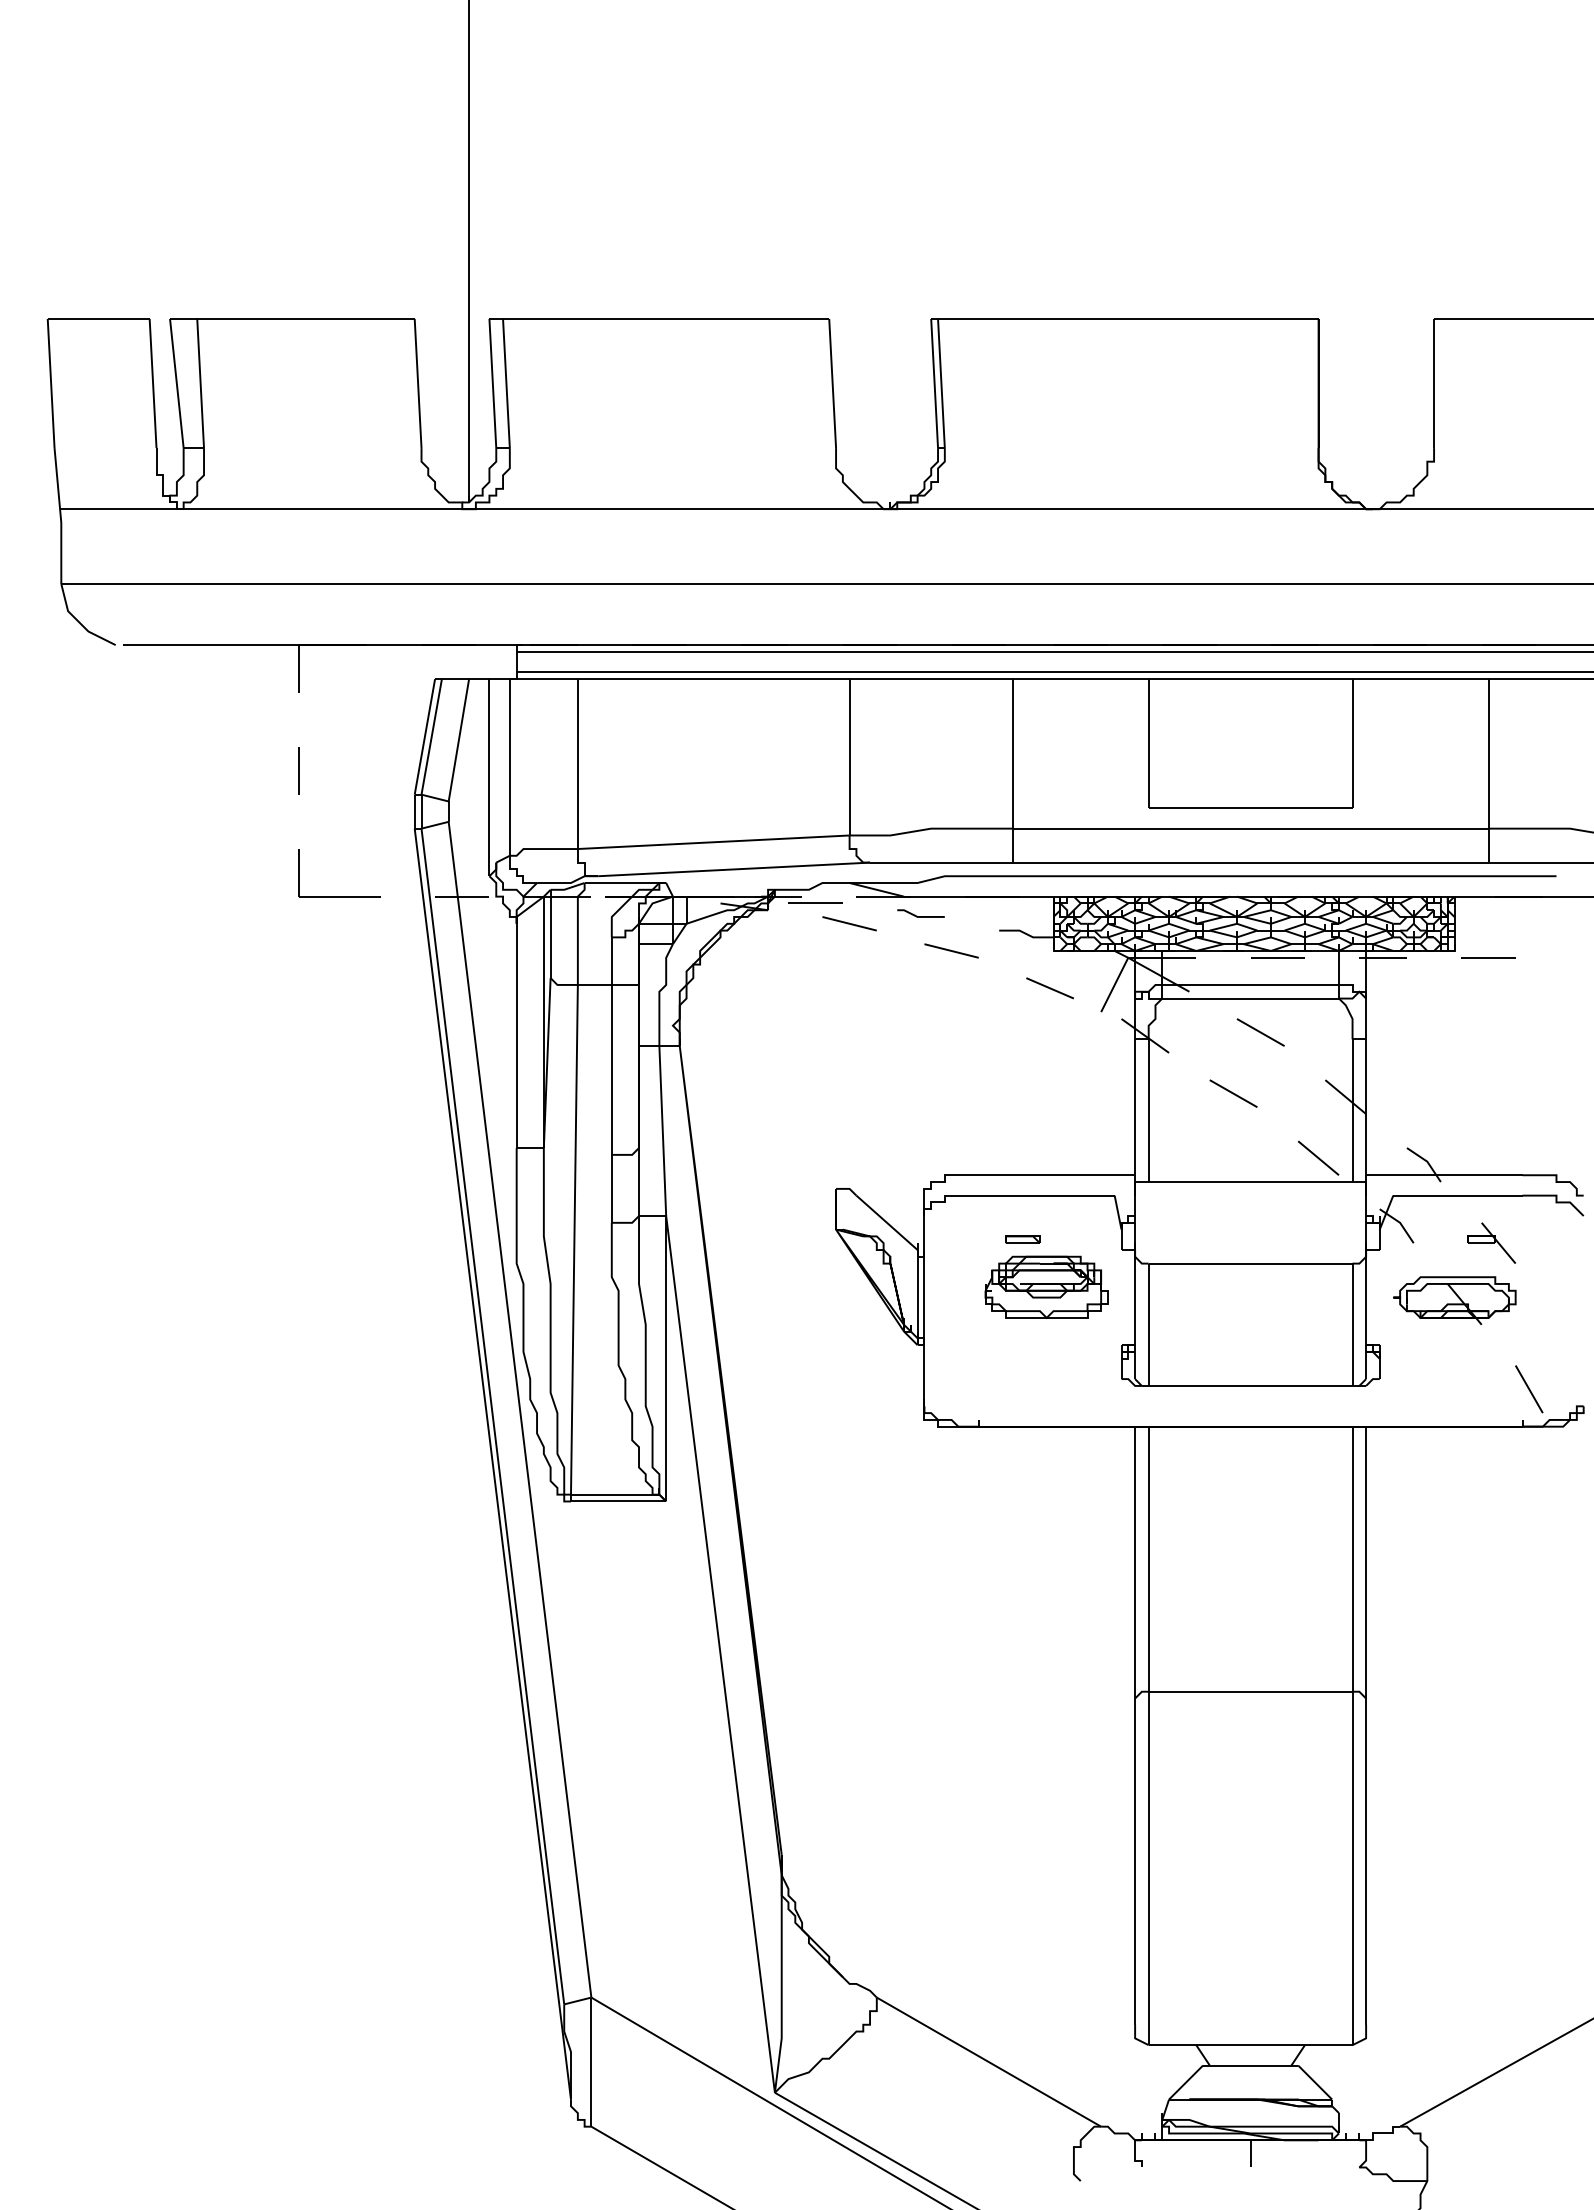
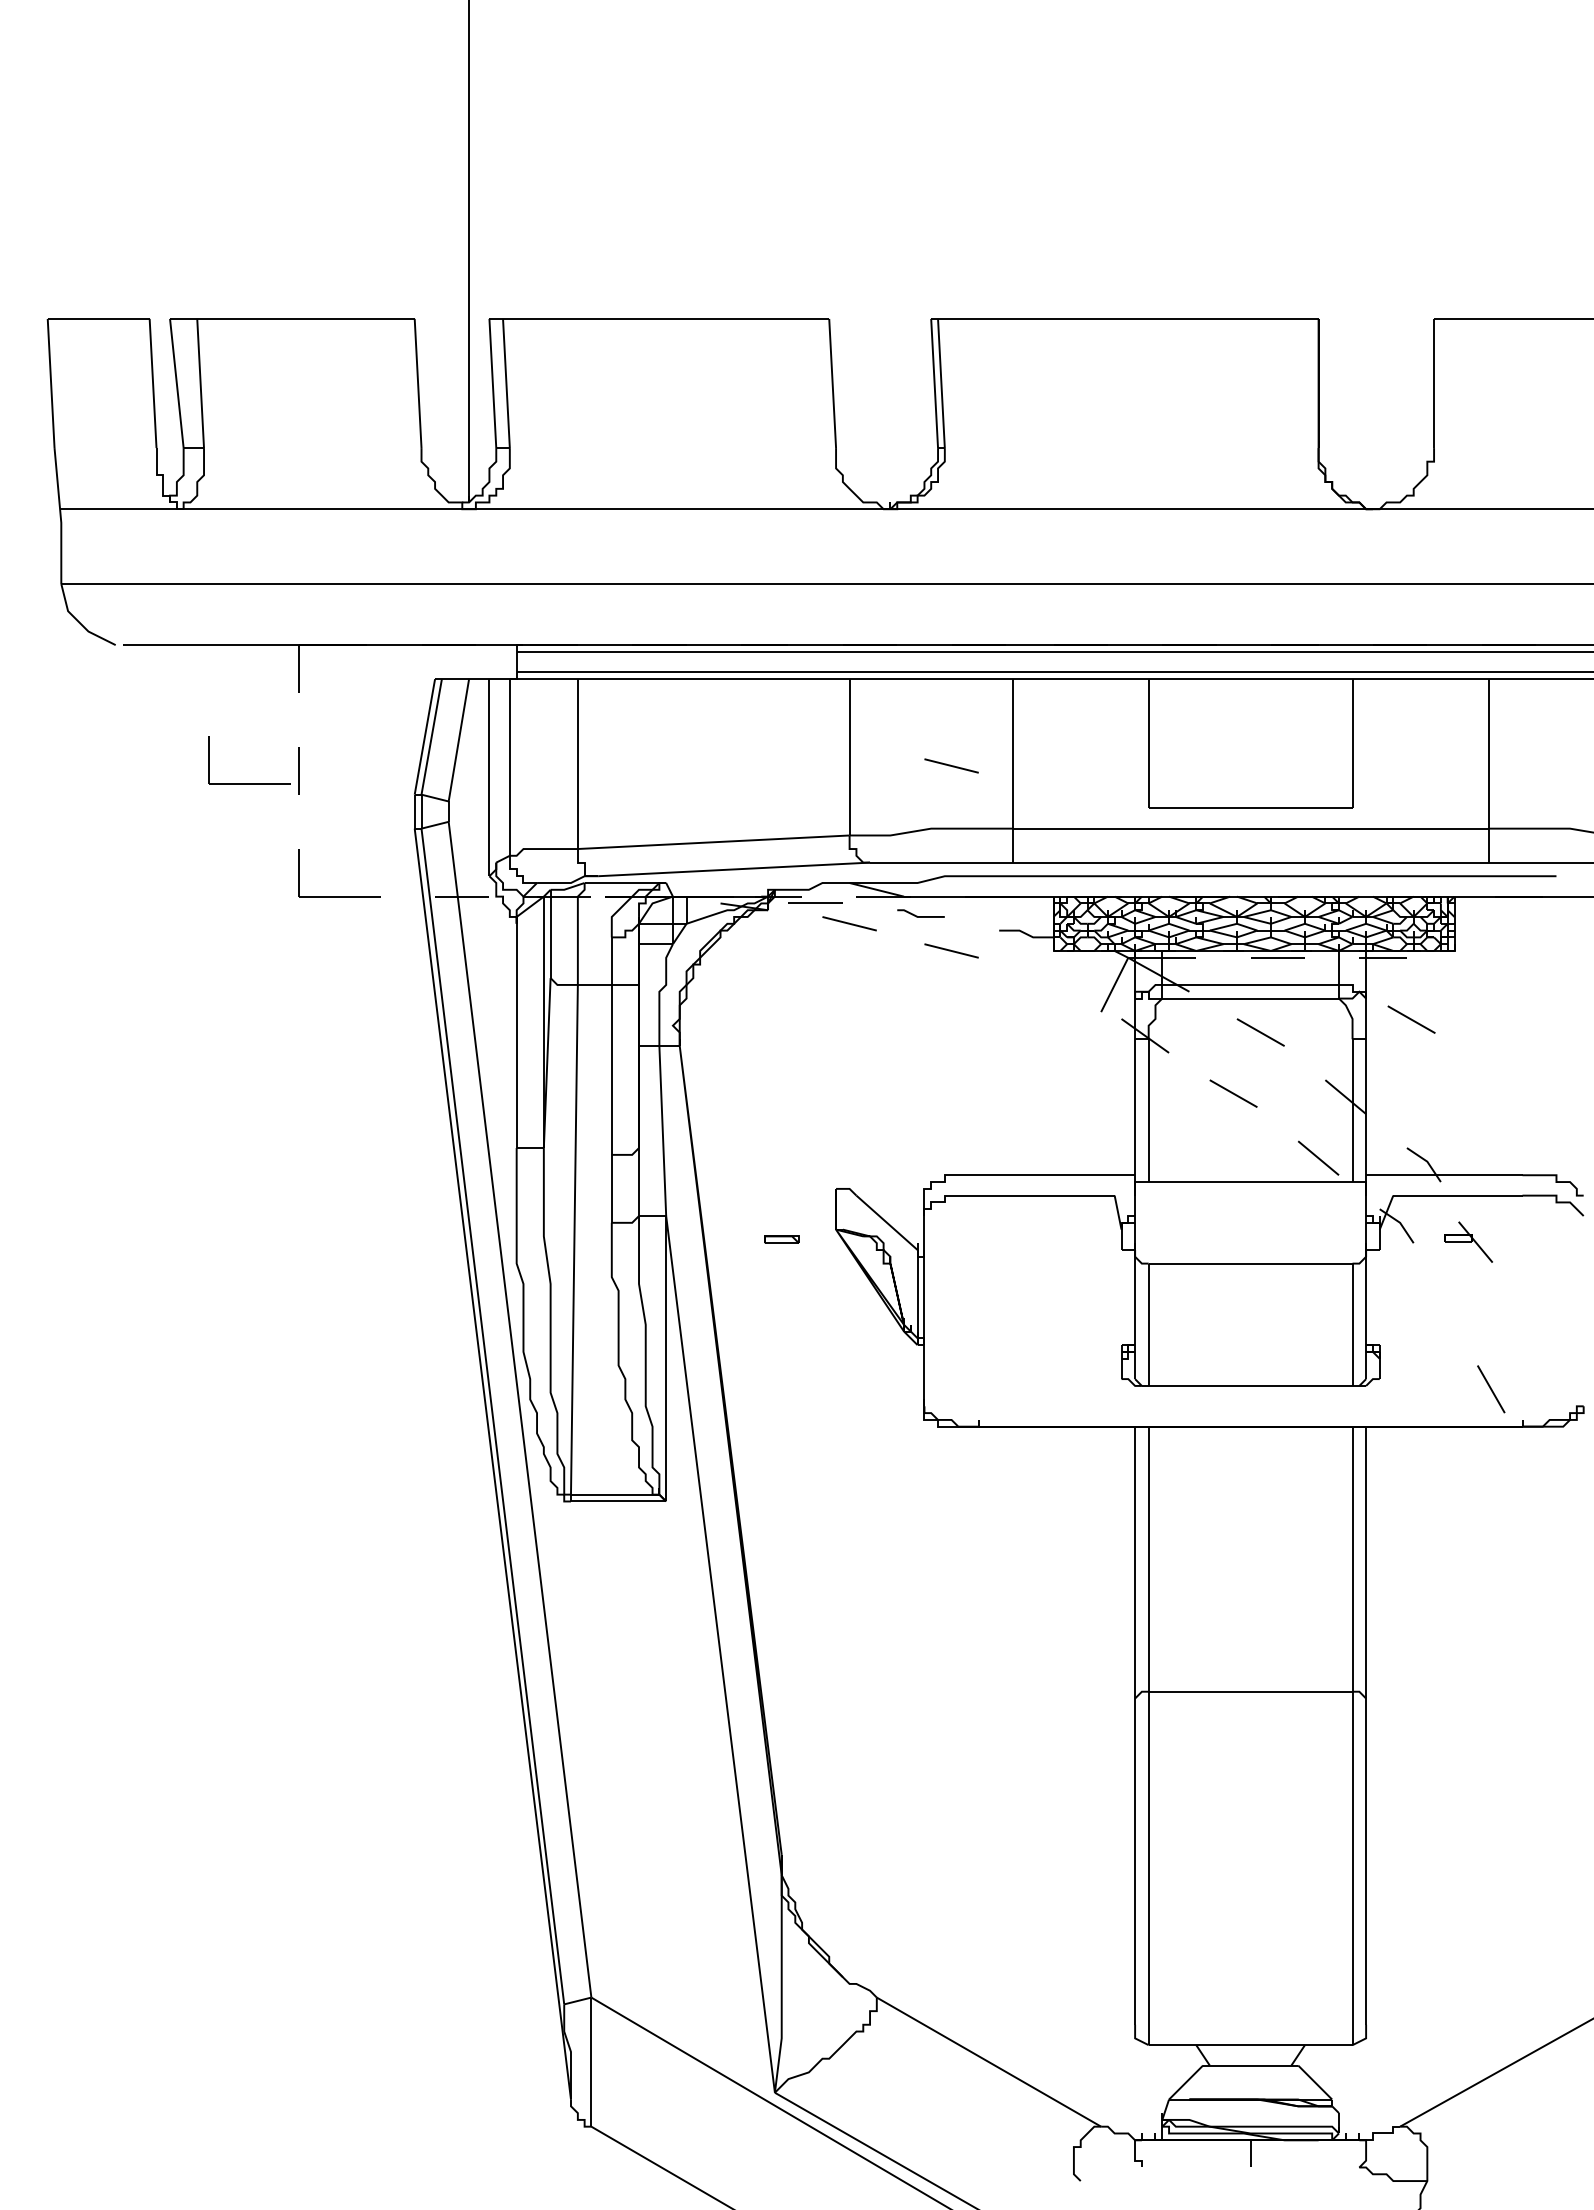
line at (951, 765): none -> present
part at (249, 783): none -> present
line at (1488, 957): present -> none
line at (1049, 988): present -> none
line at (1411, 1019): none -> present
part at (1022, 1239) position: (1022, 1239) -> (781, 1239)
part at (1491, 1242) position: (1491, 1242) -> (1468, 1241)
part at (1046, 1286): present -> none
part at (1454, 1300): present -> none
line at (1529, 1389) position: (1529, 1389) -> (1491, 1389)
